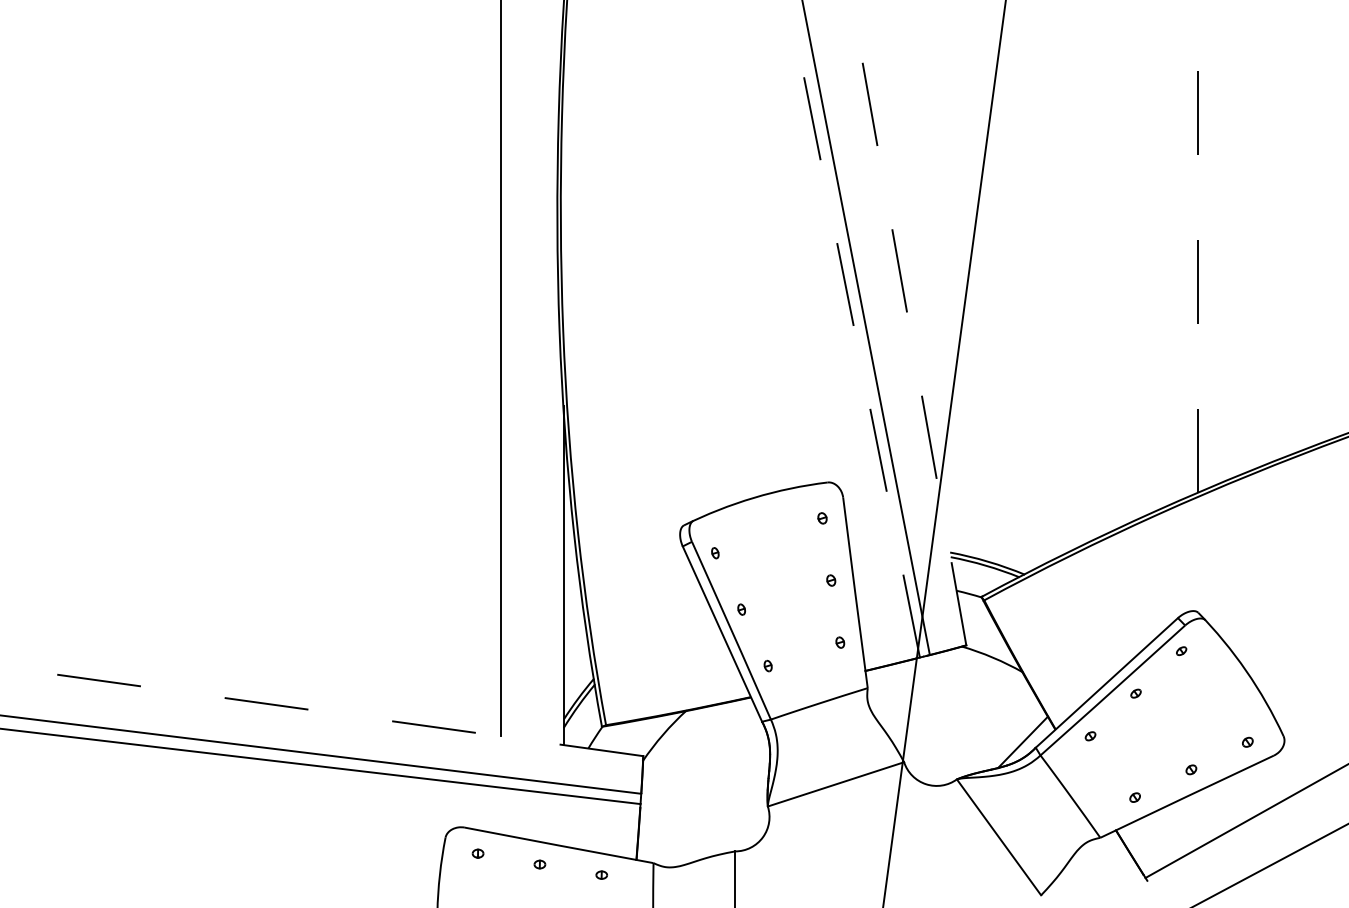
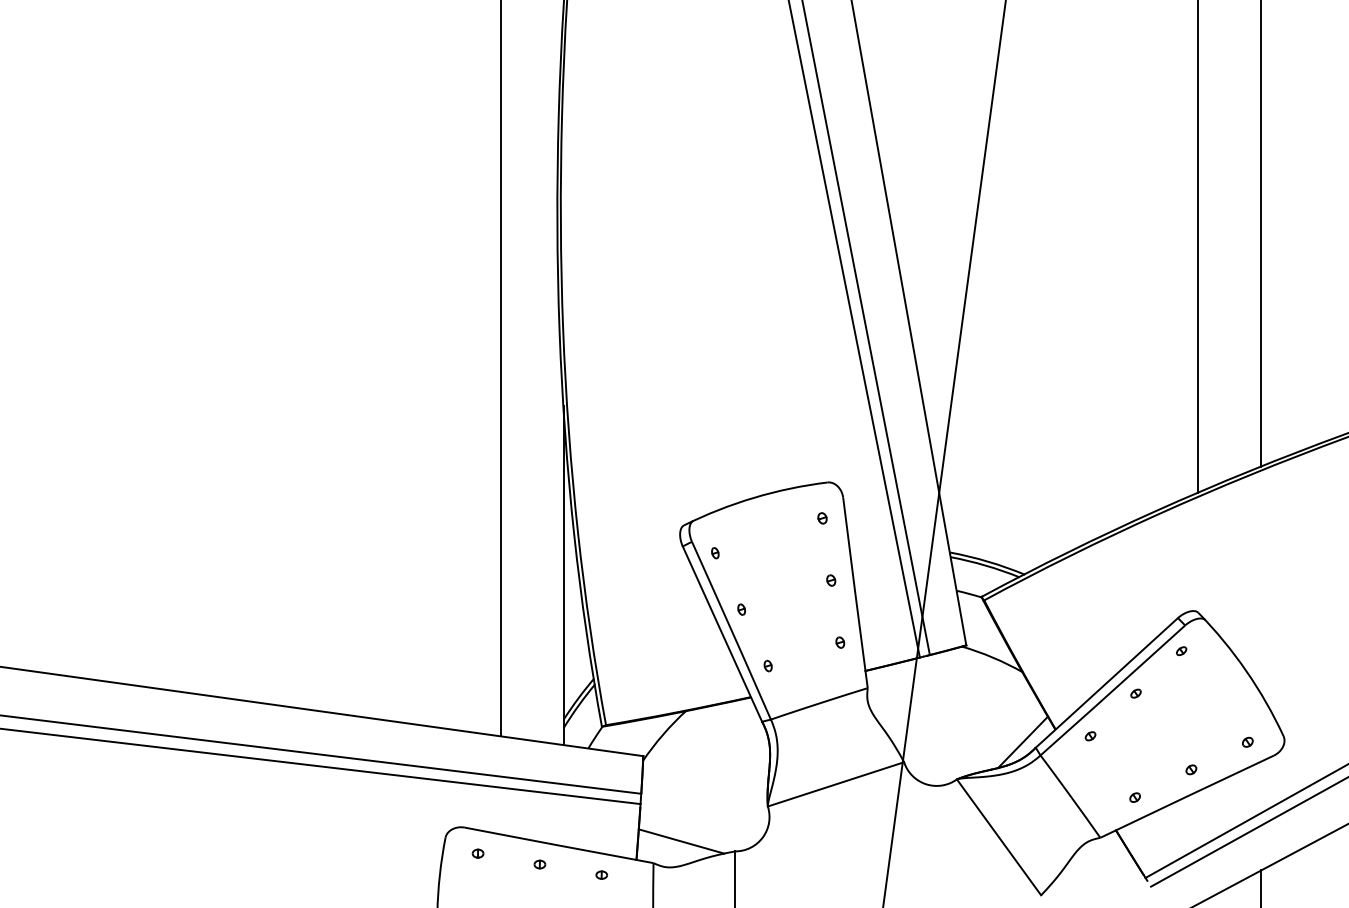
line at (1261, 234): none -> present
line at (1198, 246): dashed -> solid
line at (908, 322): dashed -> solid
line at (854, 328): dashed -> solid
line at (321, 711): dashed -> solid
line at (1248, 832): none -> present
line at (681, 841): none -> present
line at (1261, 887): none -> present
